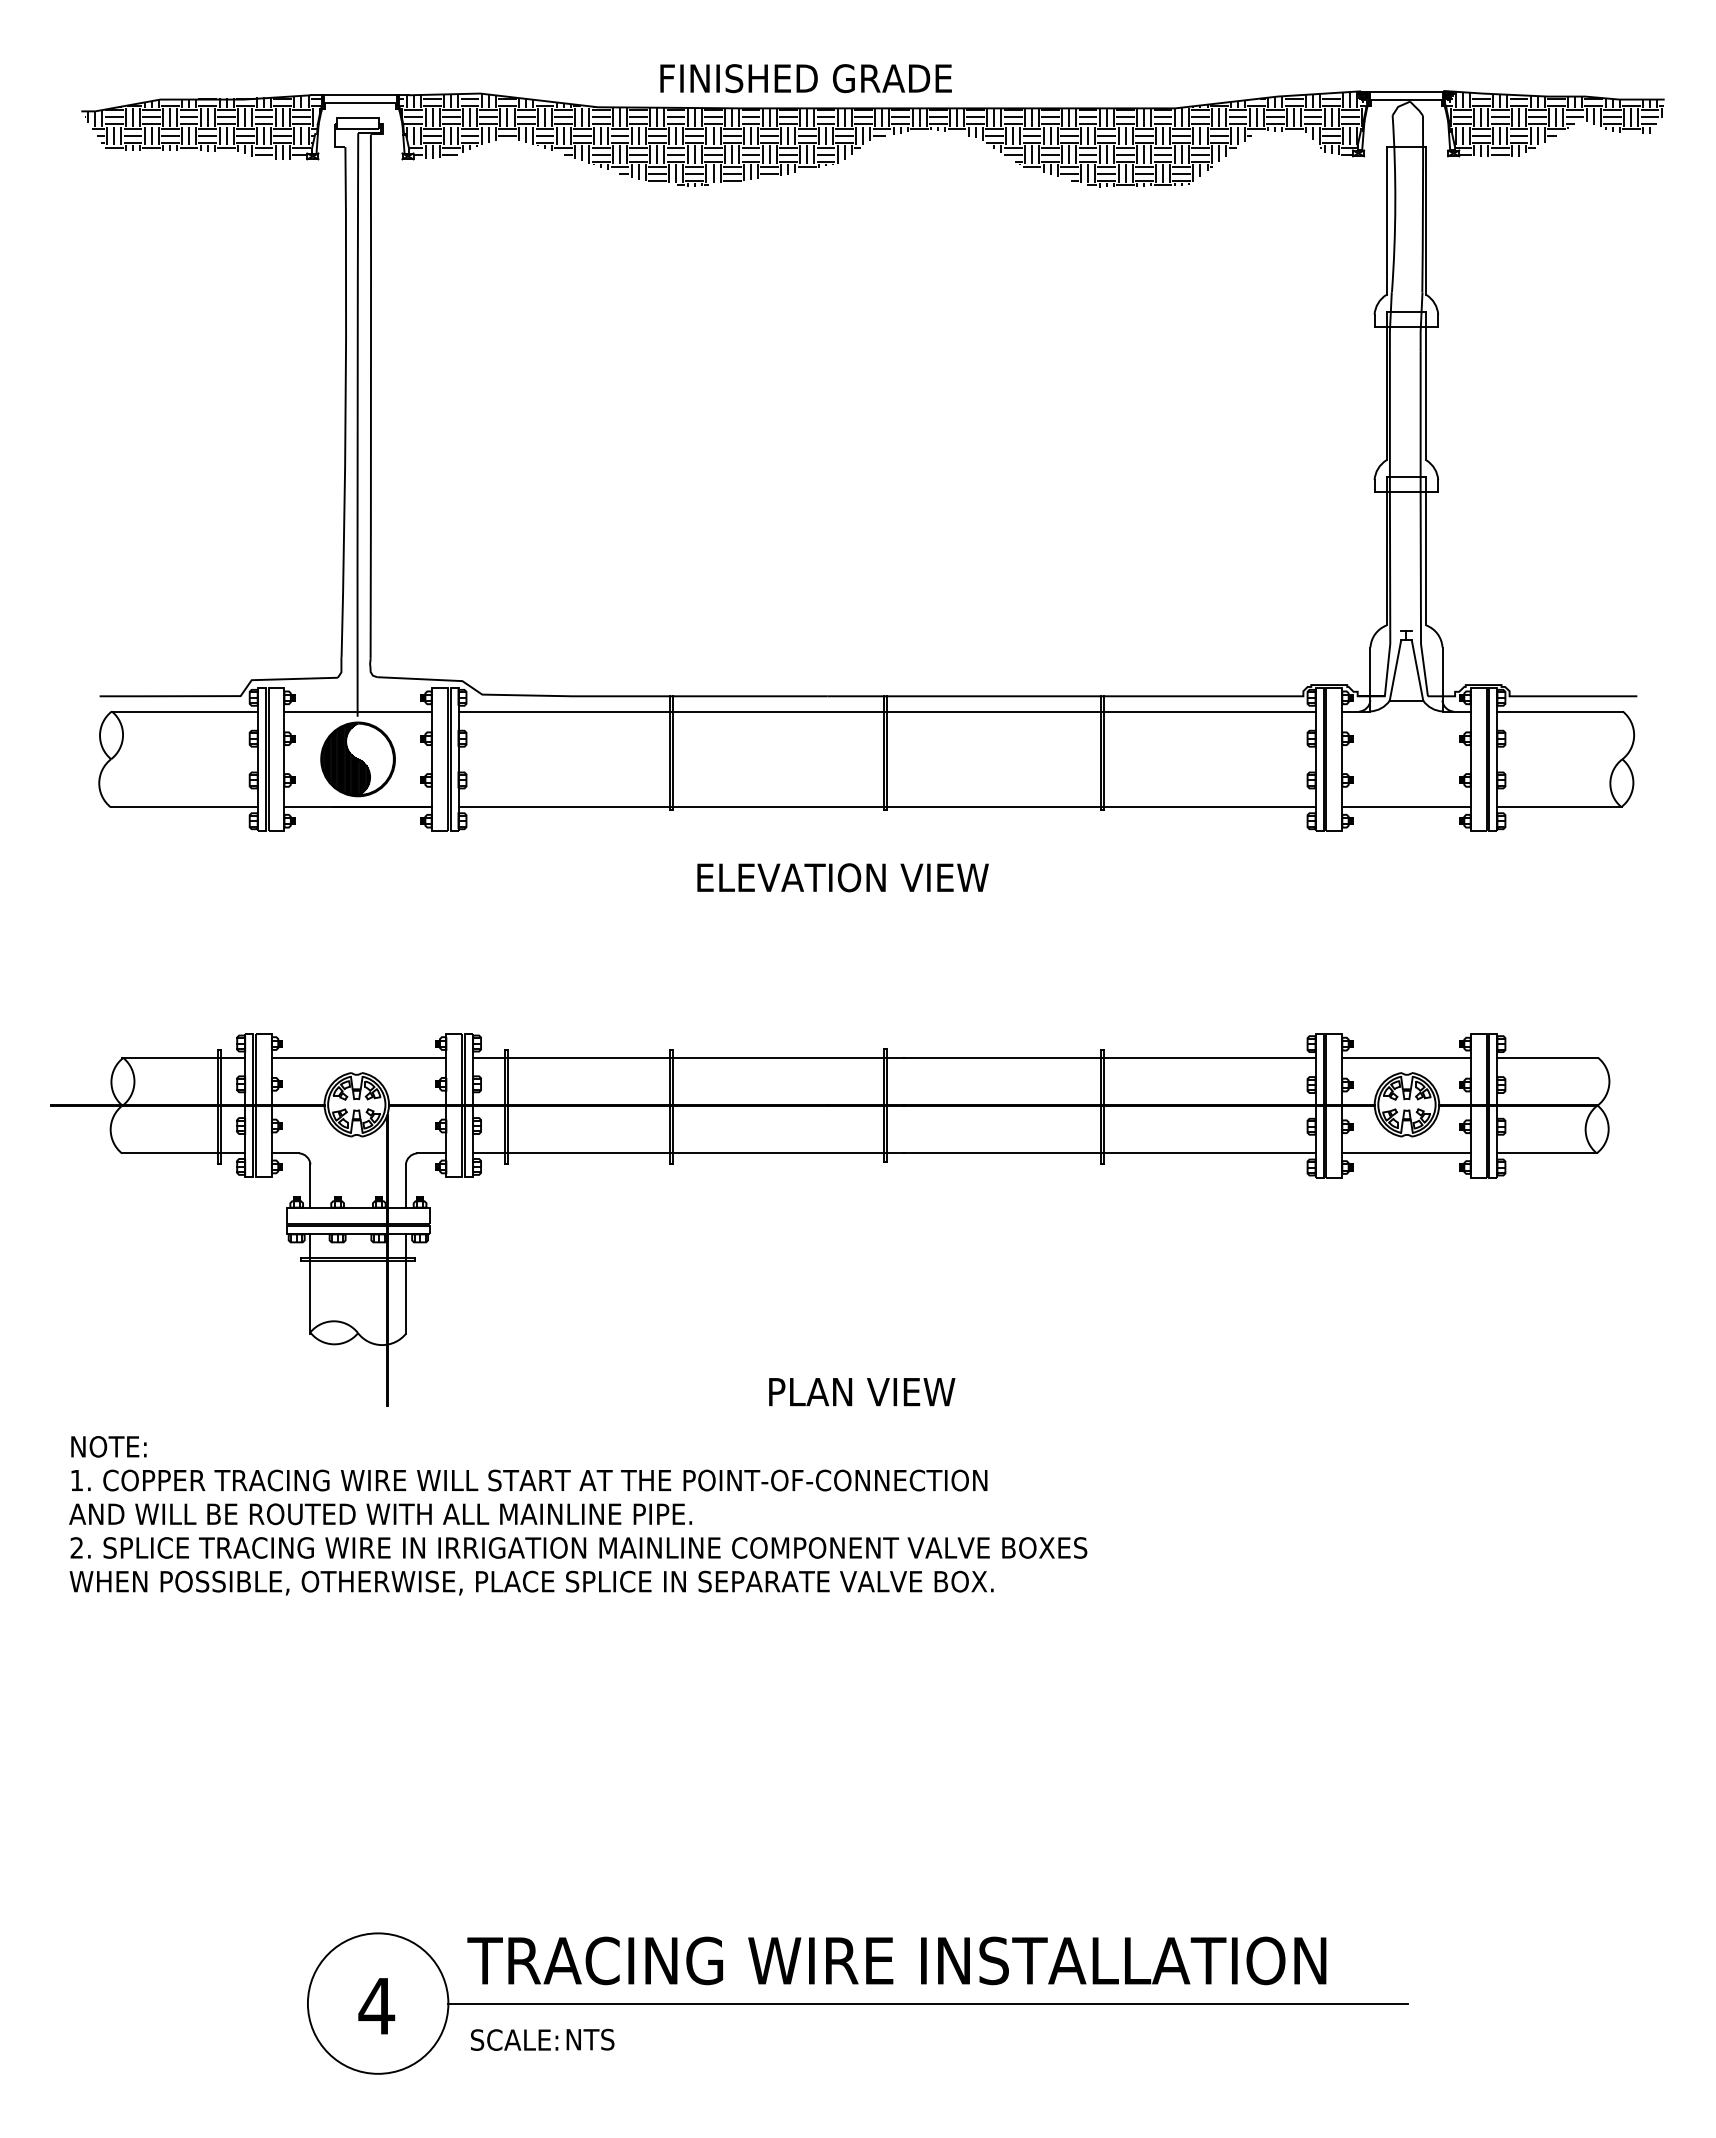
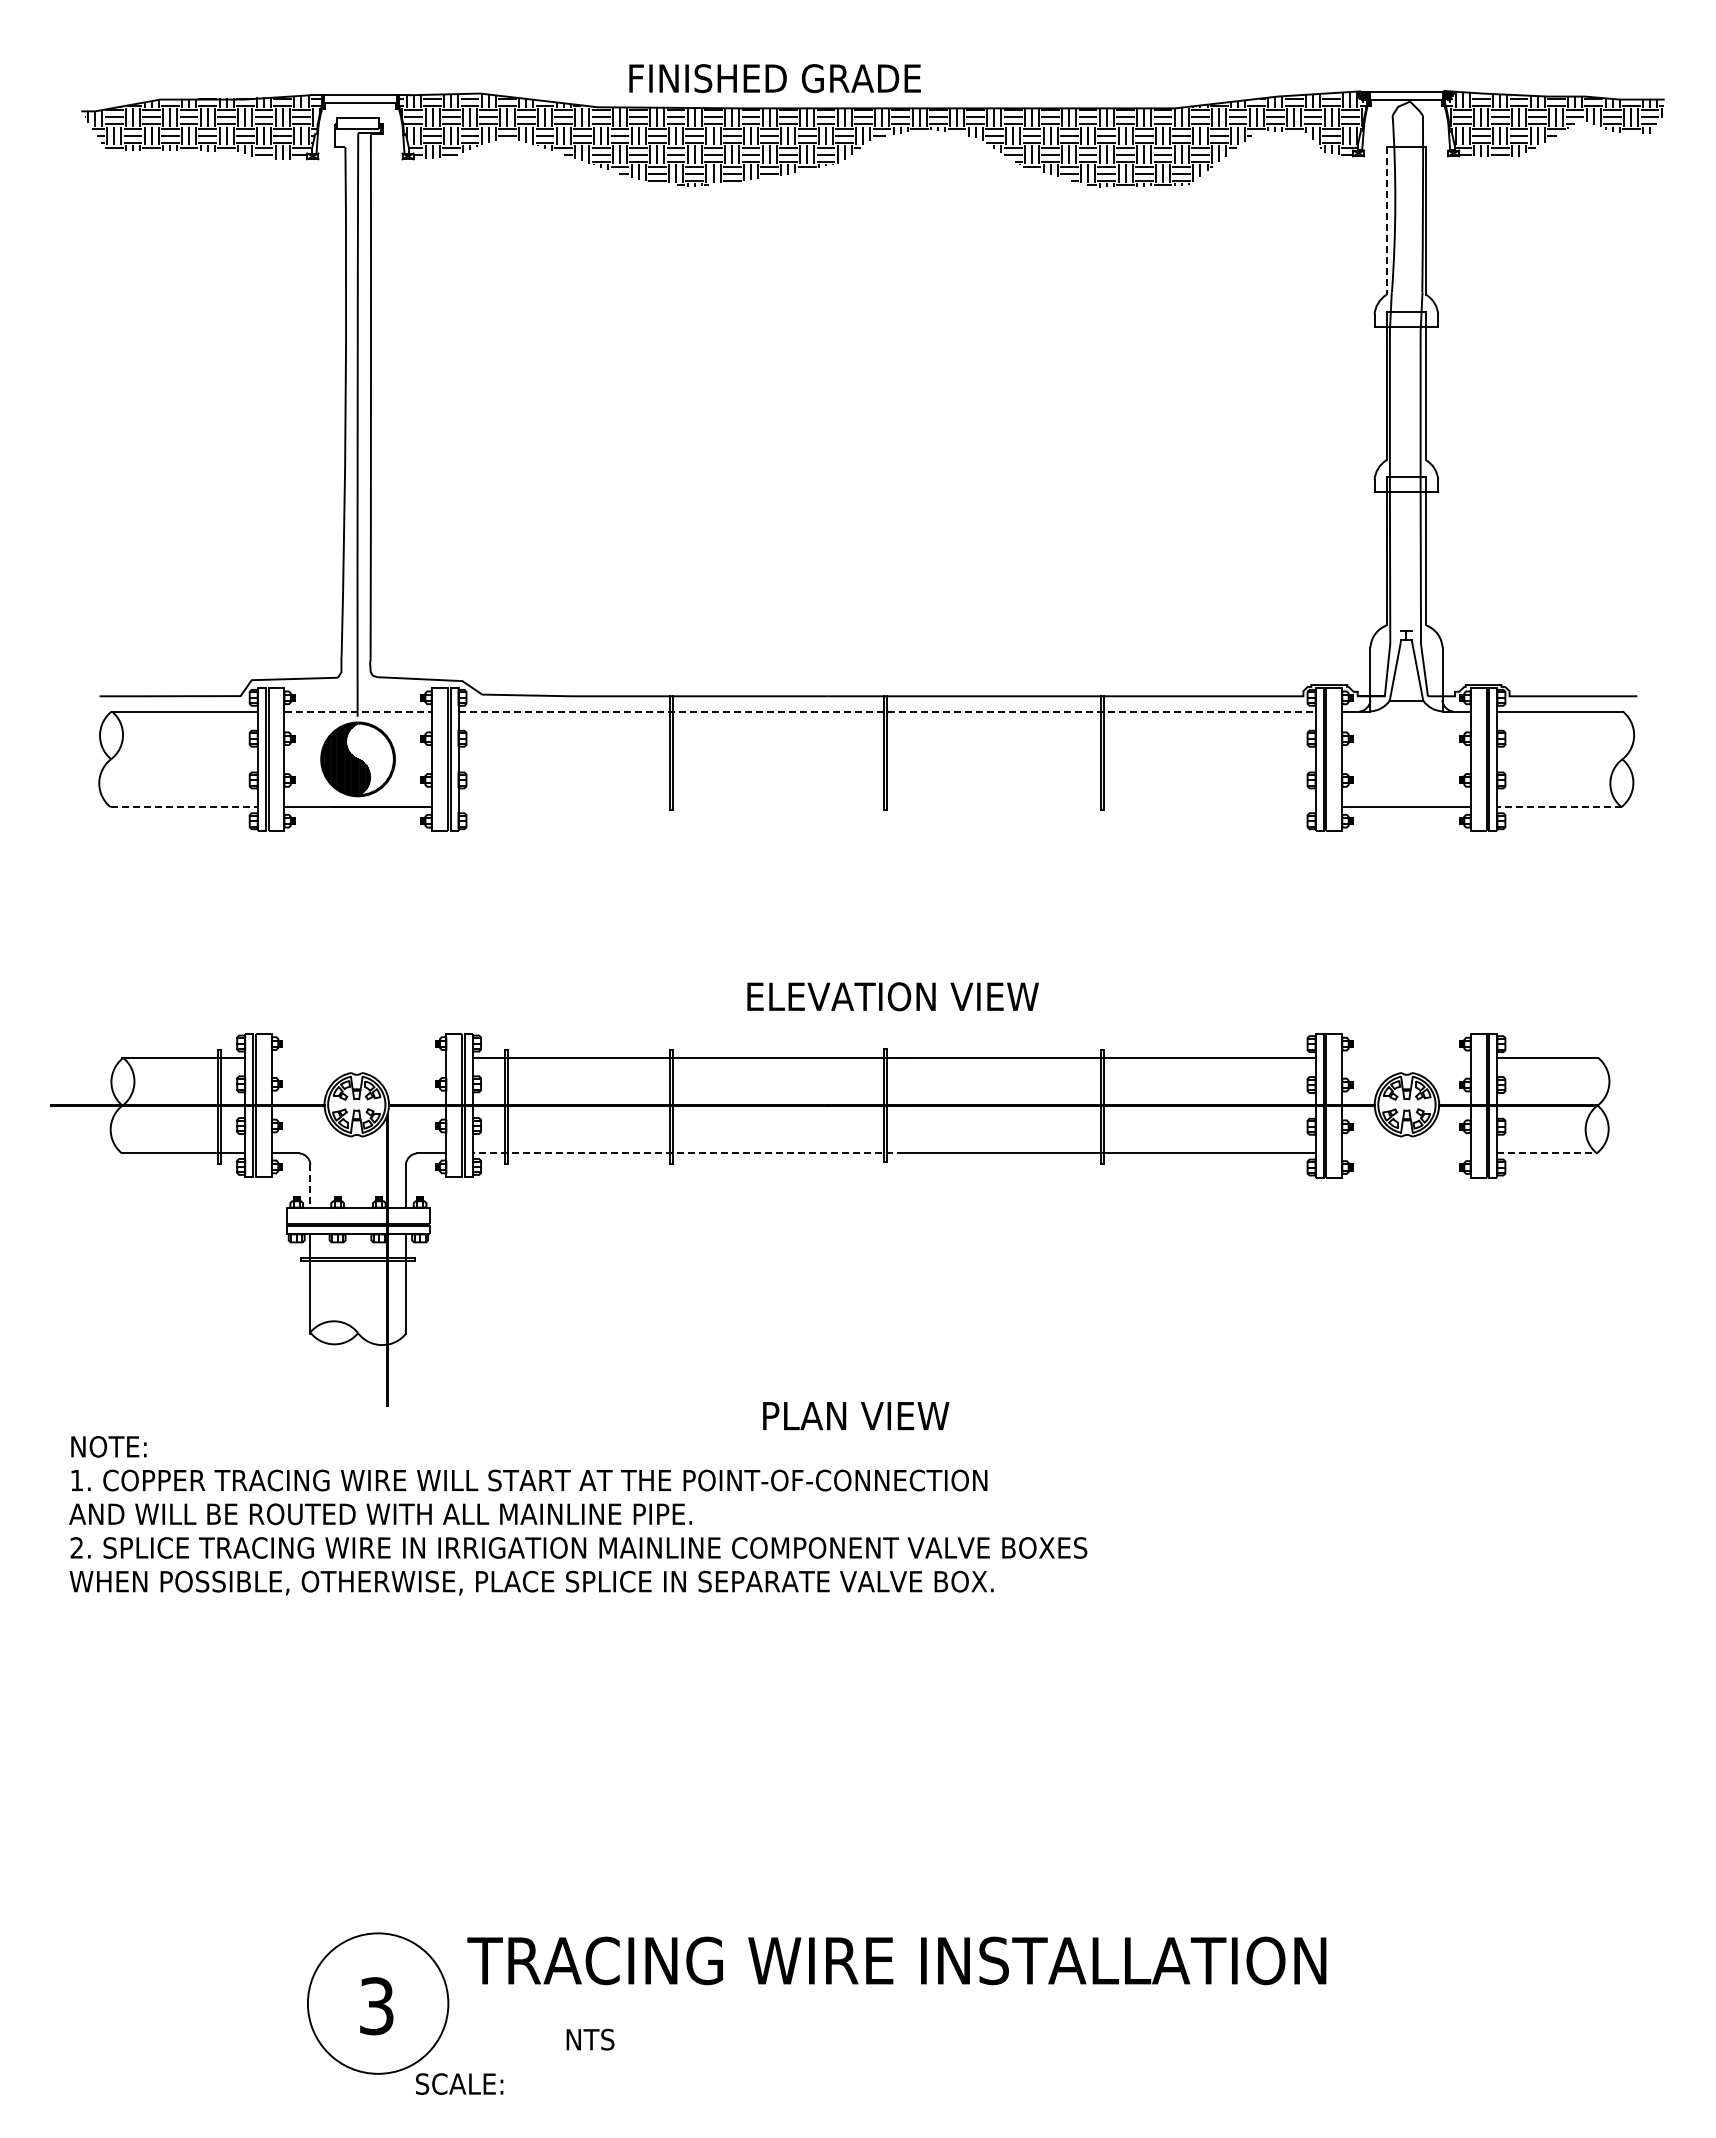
text at (805, 78) position: (805, 78) -> (774, 78)
line at (1386, 220): solid -> dashed
line at (358, 711): solid -> dashed
line at (887, 711): solid -> dashed
line at (1559, 806): solid -> dashed
line at (184, 807): solid -> dashed
line at (886, 807): present -> none
text at (842, 877) position: (842, 877) -> (892, 996)
line at (358, 1057): present -> none
line at (1406, 1057): present -> none
line at (688, 1153): solid -> dashed
line at (1406, 1153): present -> none
line at (1547, 1153): solid -> dashed
line at (310, 1185): solid -> dashed
text at (862, 1392) position: (862, 1392) -> (856, 1416)
line at (928, 2003): present -> none
text at (376, 2006): 4 -> 3
text at (514, 2039) position: (514, 2039) -> (459, 2083)
